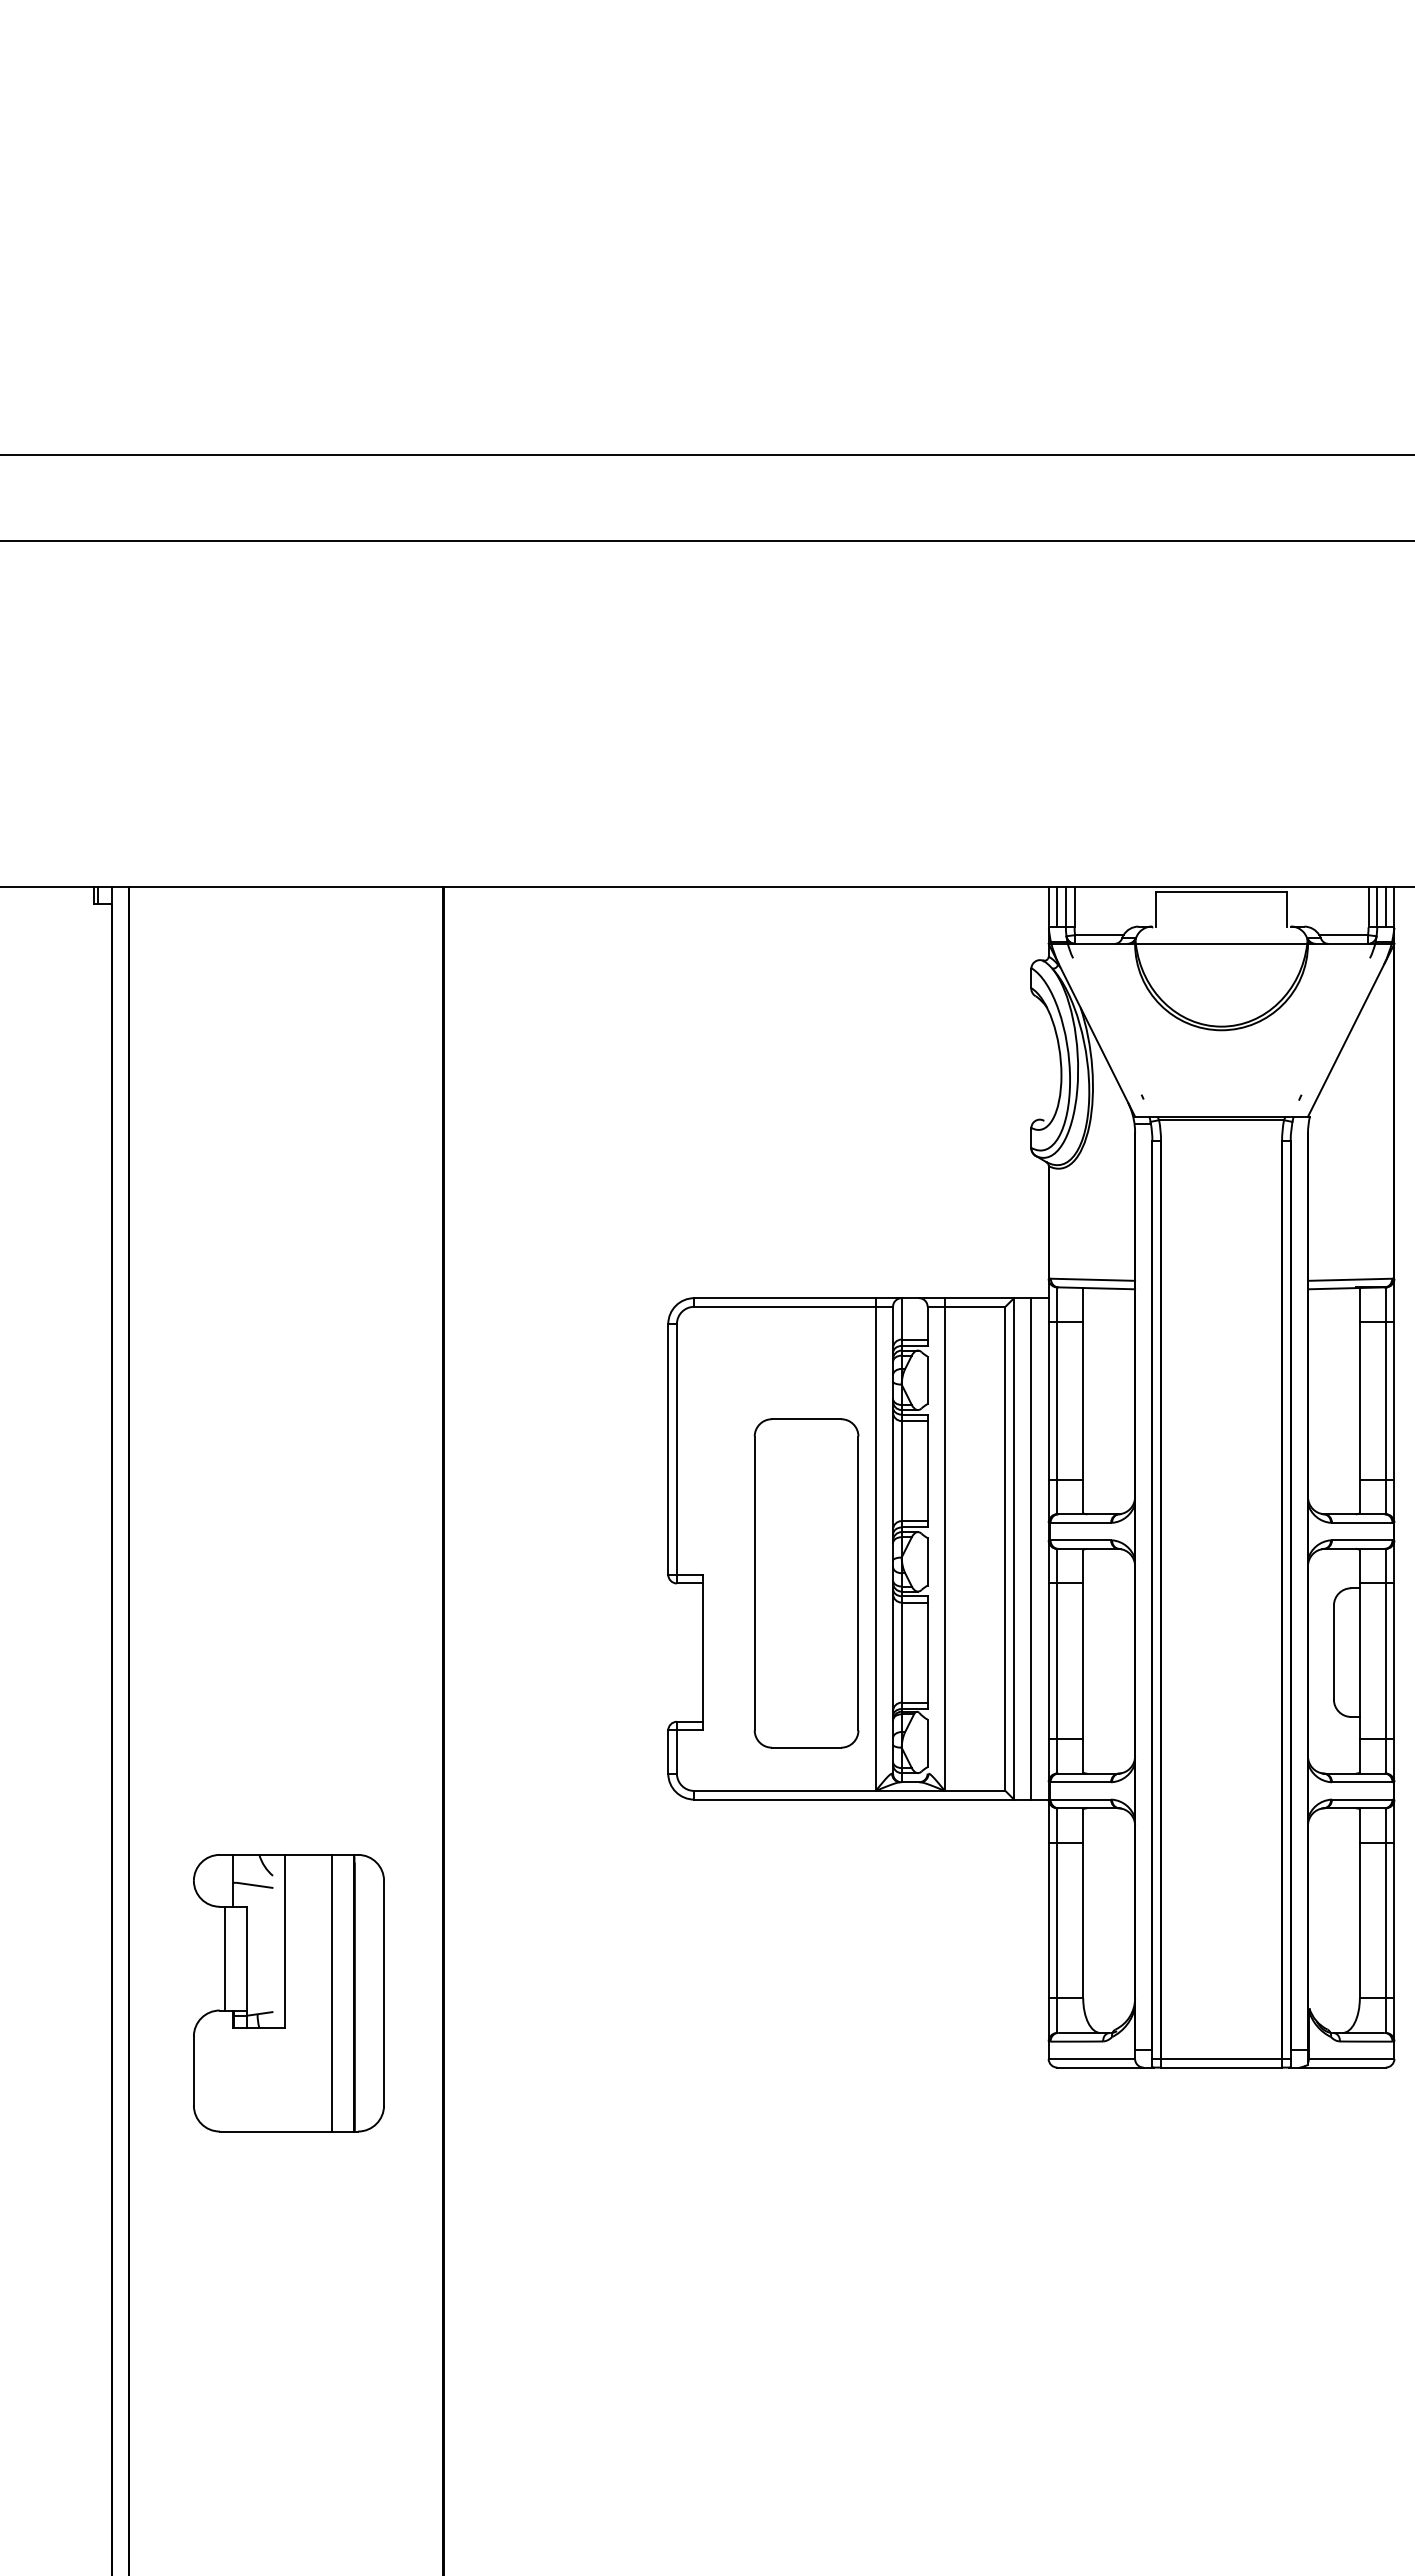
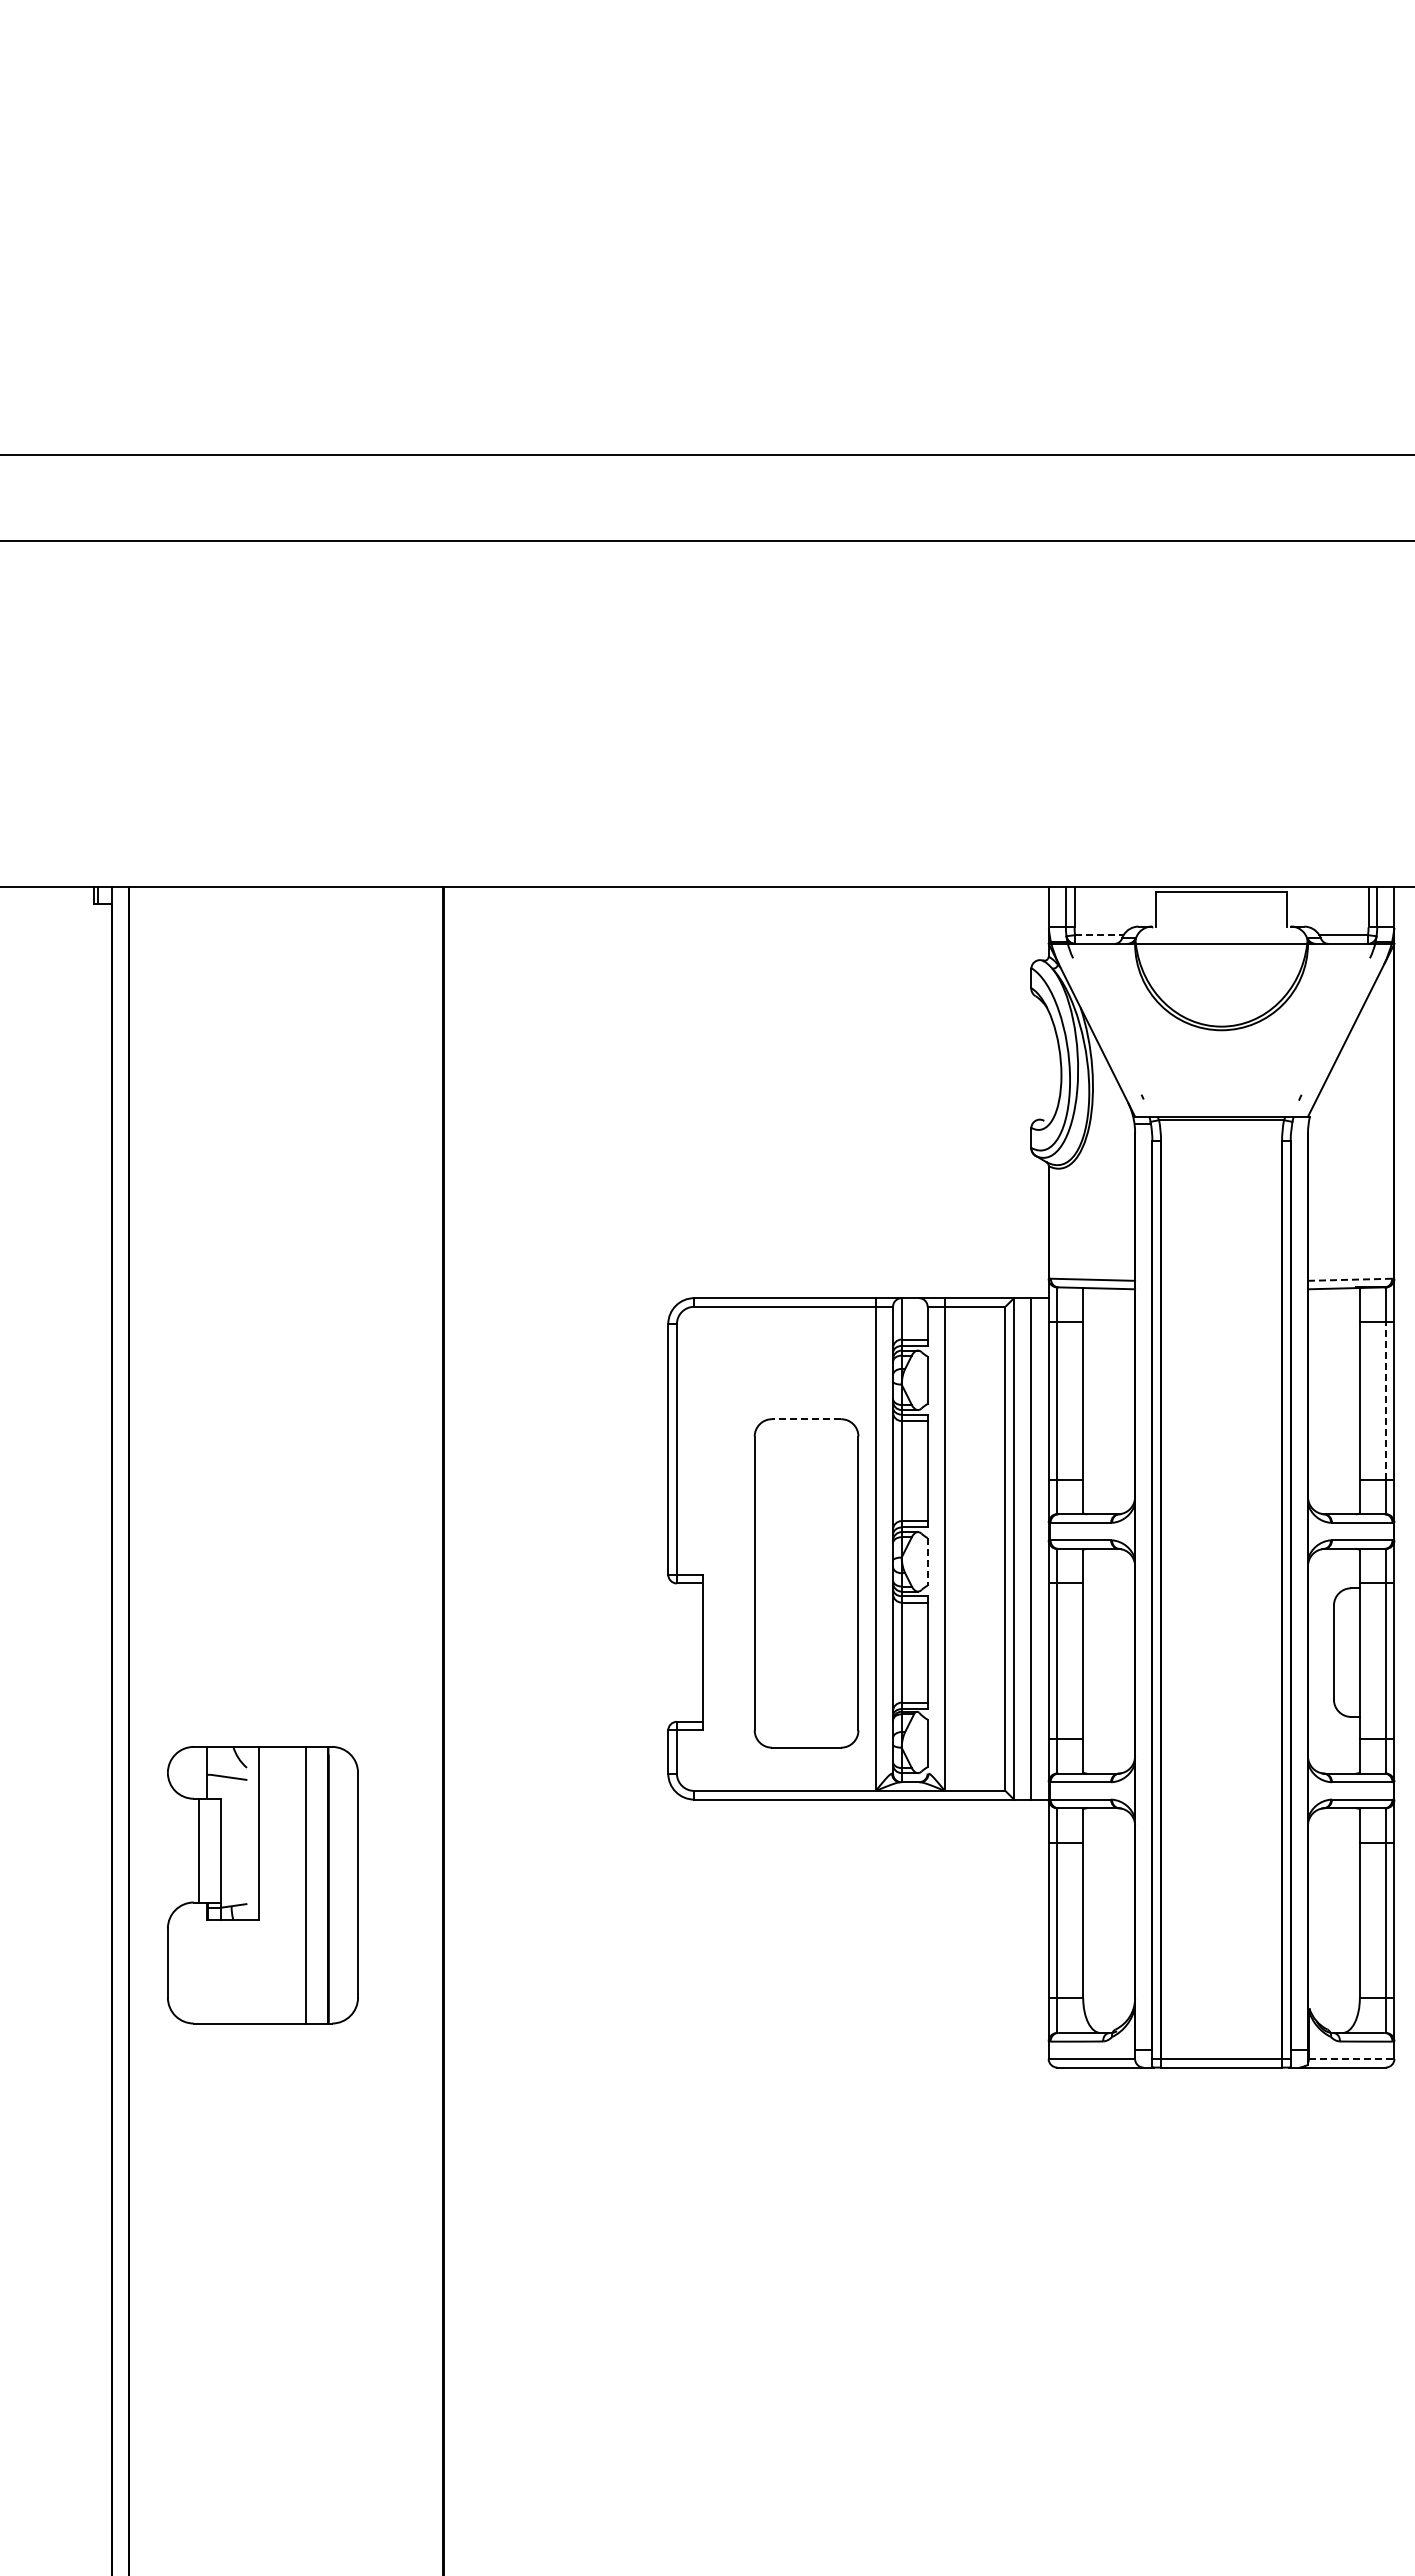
line at (1057, 906): present -> none
line at (1385, 906): present -> none
line at (1099, 935): solid -> dashed
line at (1350, 1279): solid -> dashed
line at (1385, 1400): solid -> dashed
line at (806, 1419): solid -> dashed
line at (927, 1561): solid -> dashed
part at (288, 1993) position: (288, 1993) -> (262, 1885)
line at (1351, 2058): solid -> dashed
